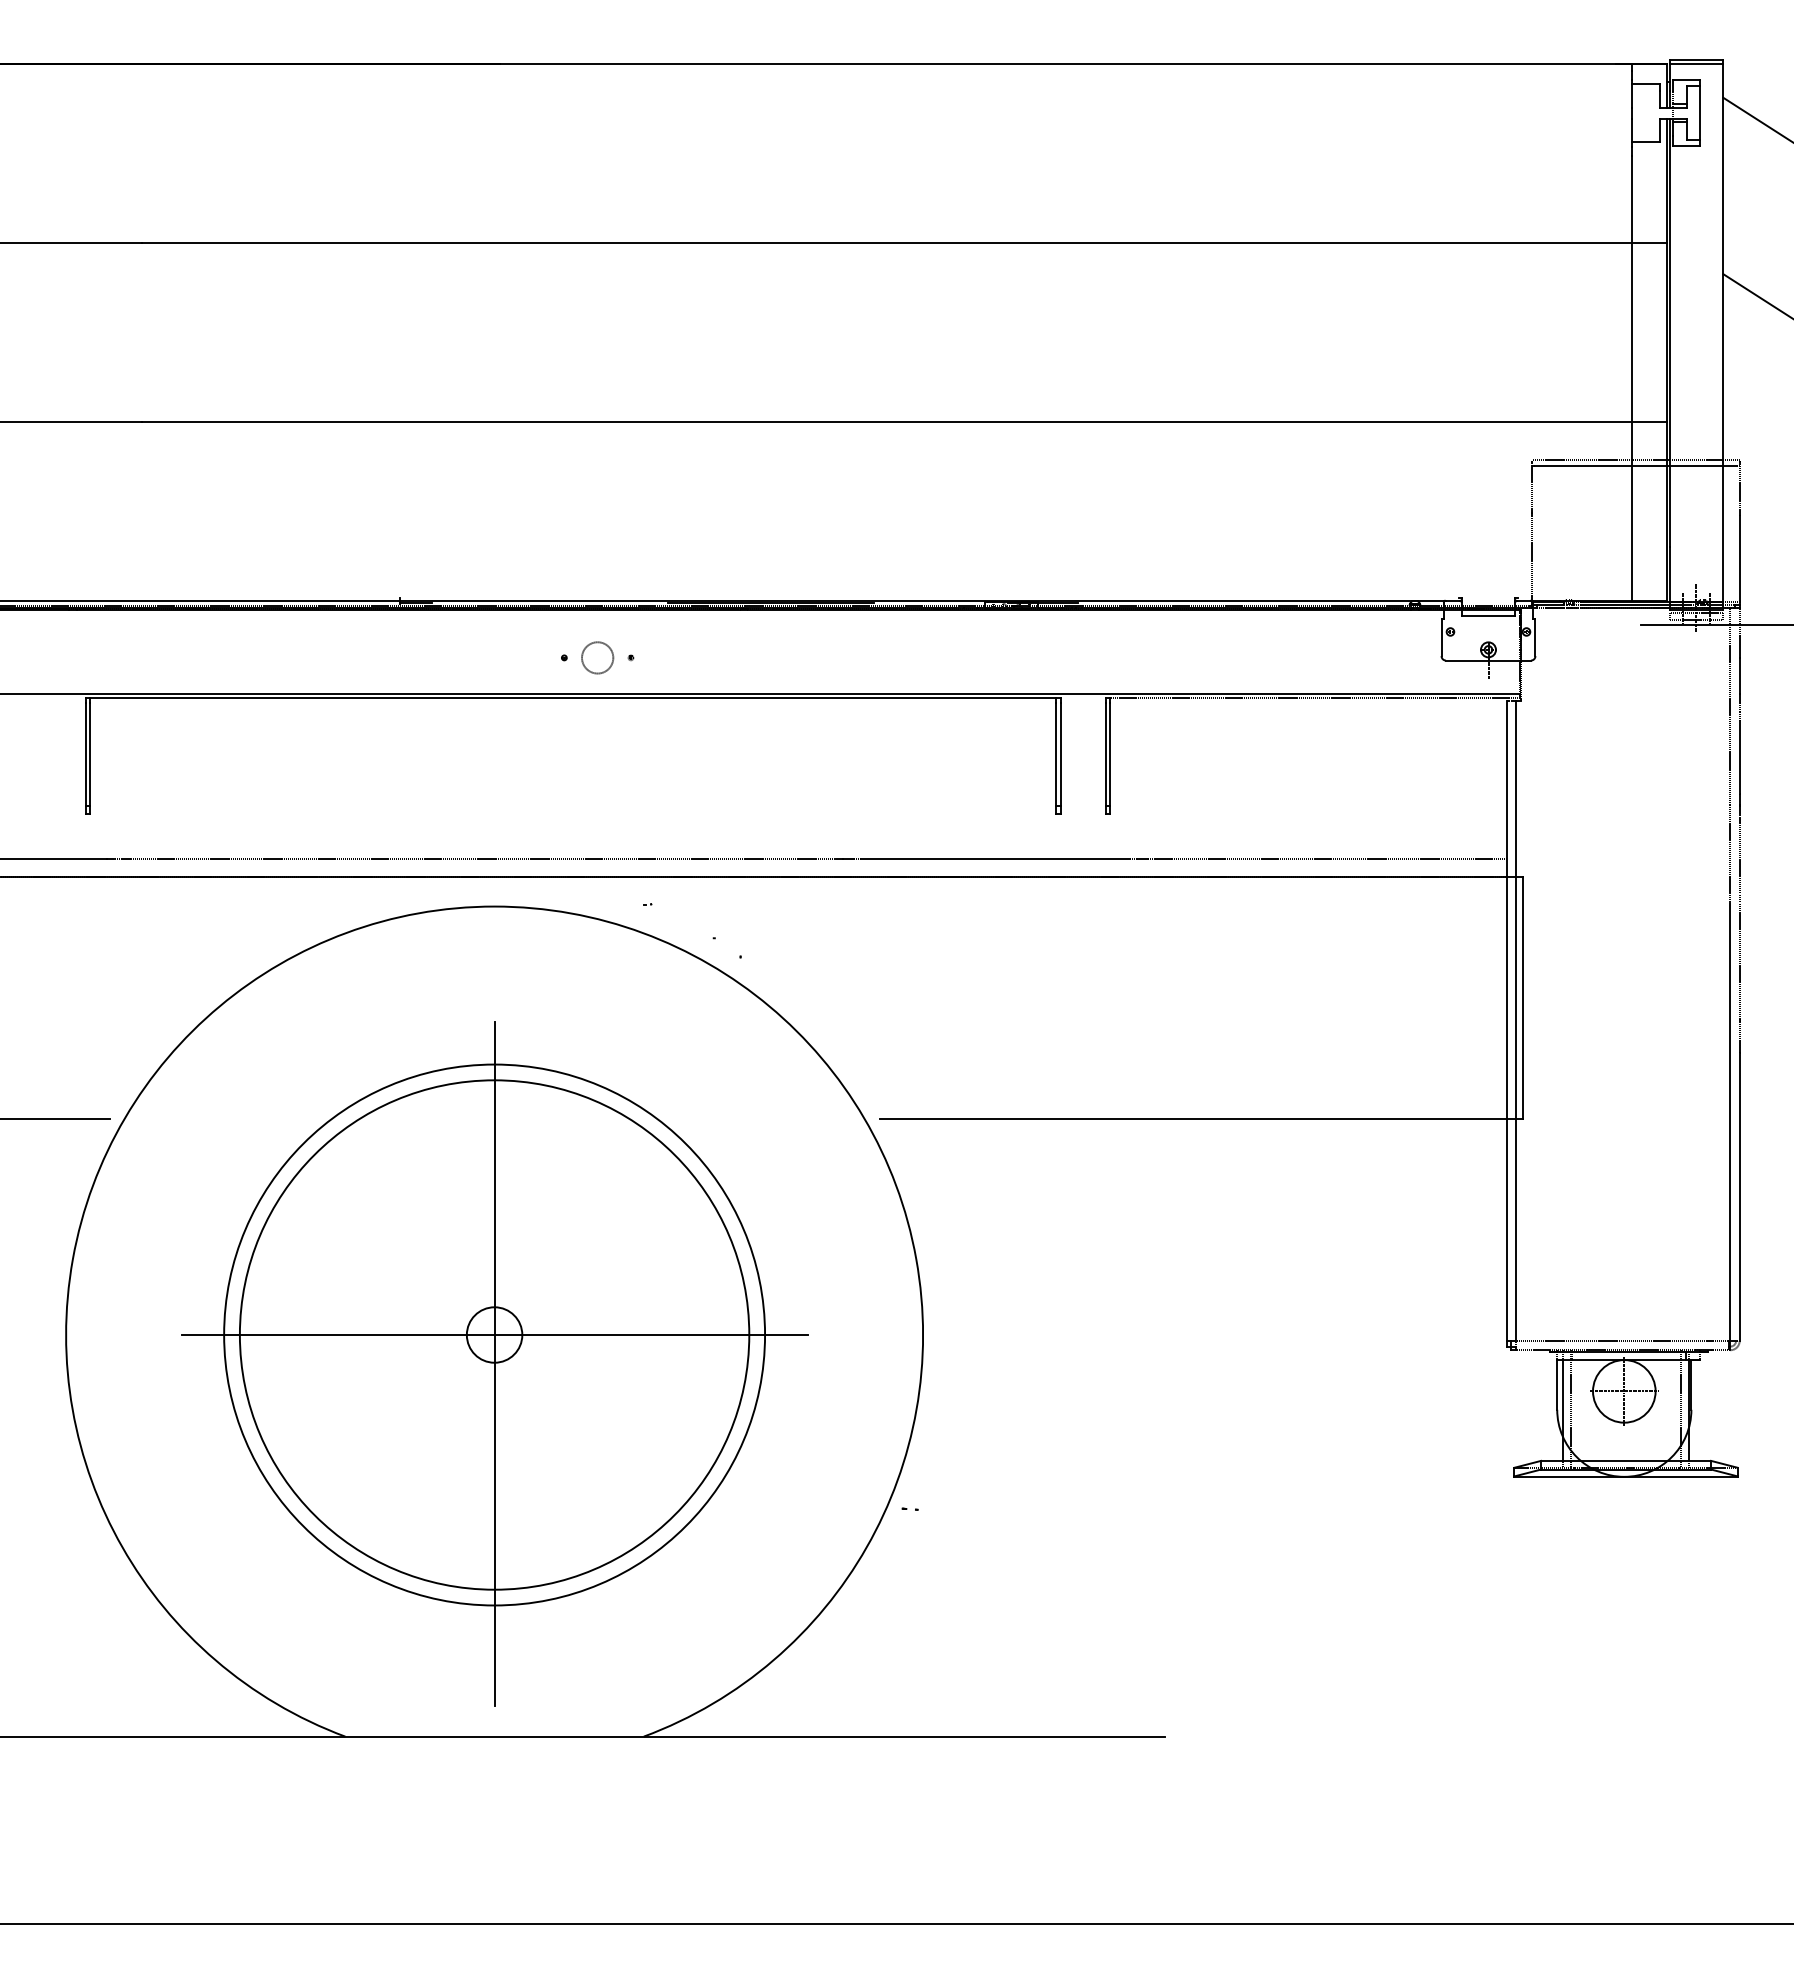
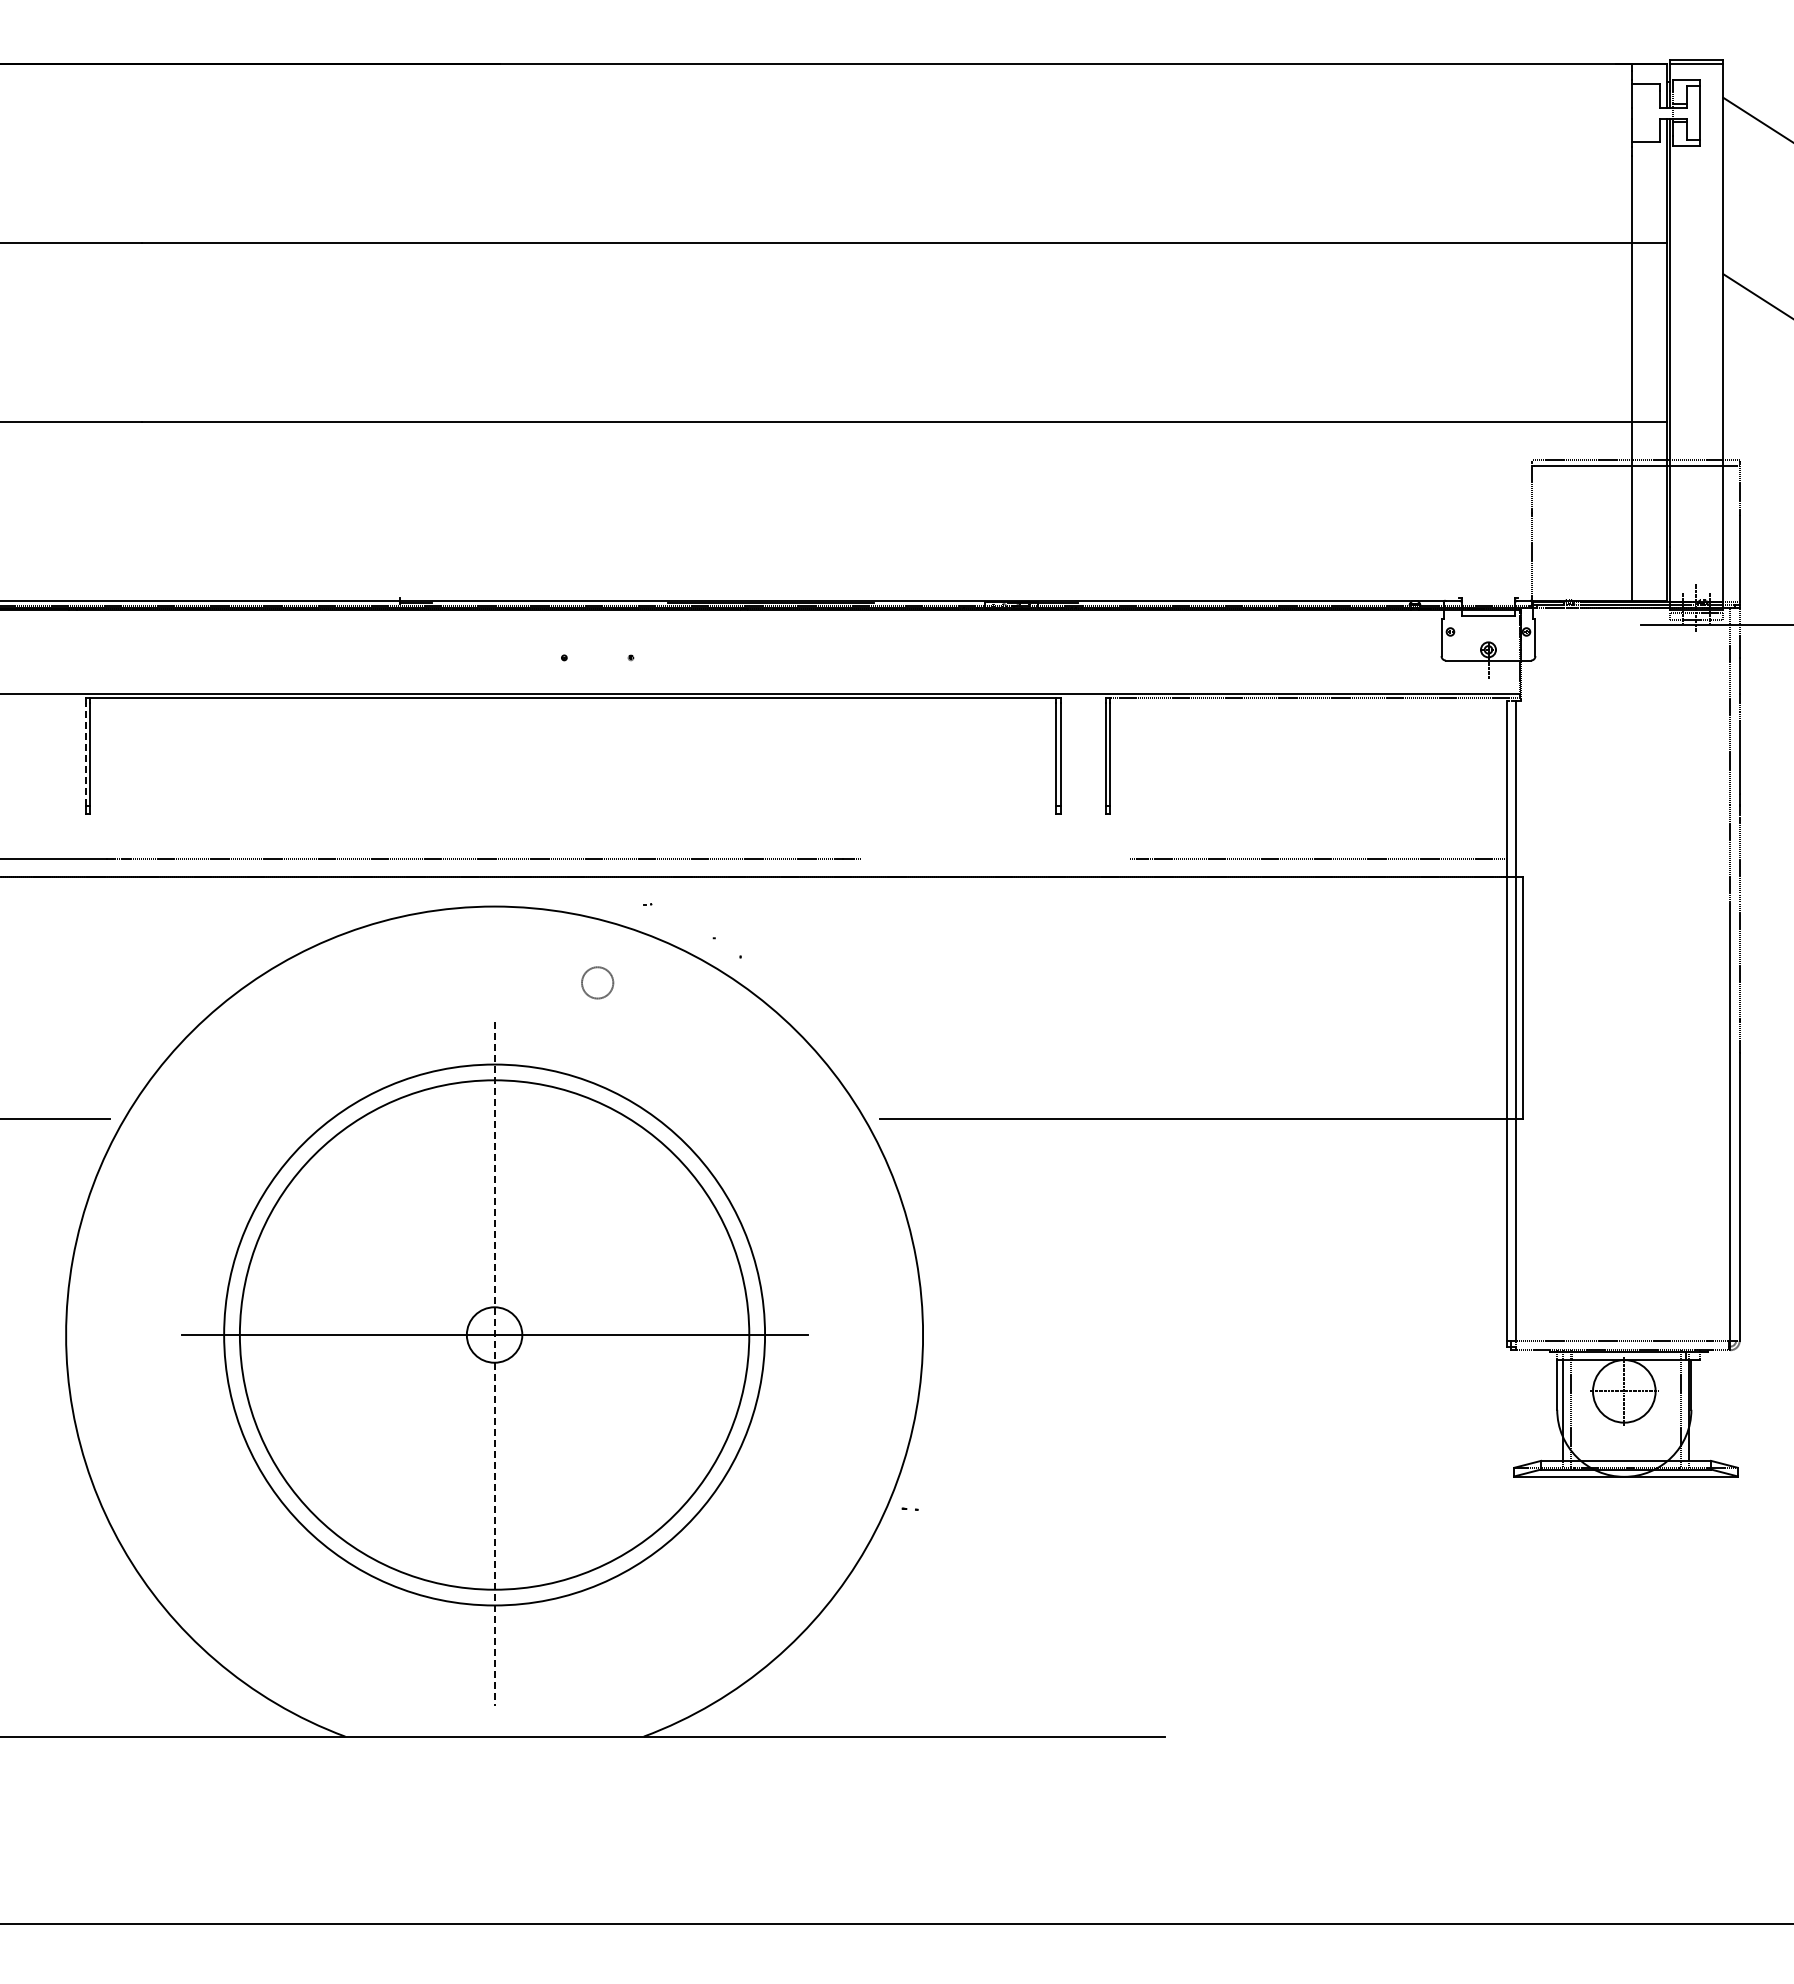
part at (597, 657) position: (597, 657) -> (597, 982)
line at (85, 753): solid -> dashed
line at (995, 859): present -> none
line at (494, 1363): solid -> dashed
